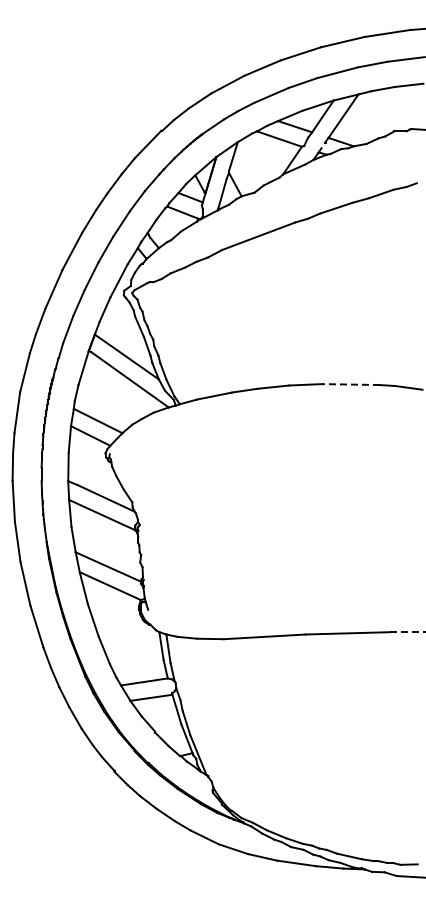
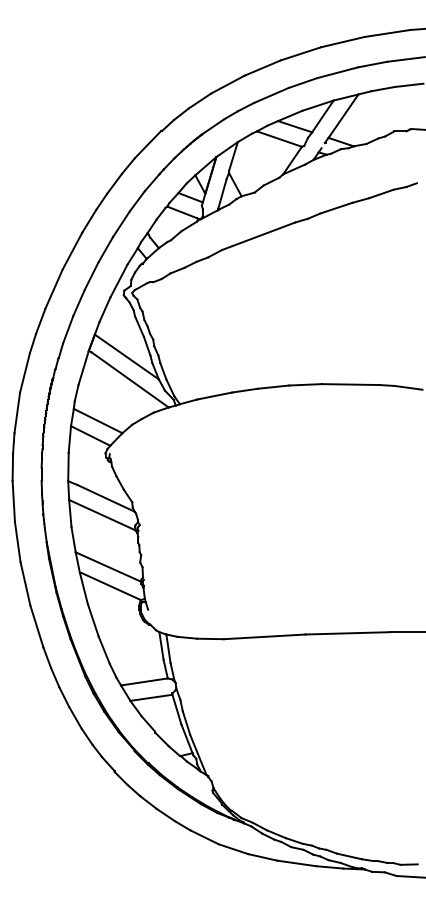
line at (350, 384): dashed -> solid
line at (408, 632): dashed -> solid
